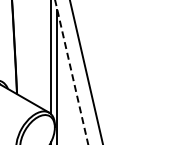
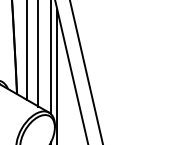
line at (26, 50): none -> present
line at (38, 54): none -> present
line at (71, 72): dashed -> solid
